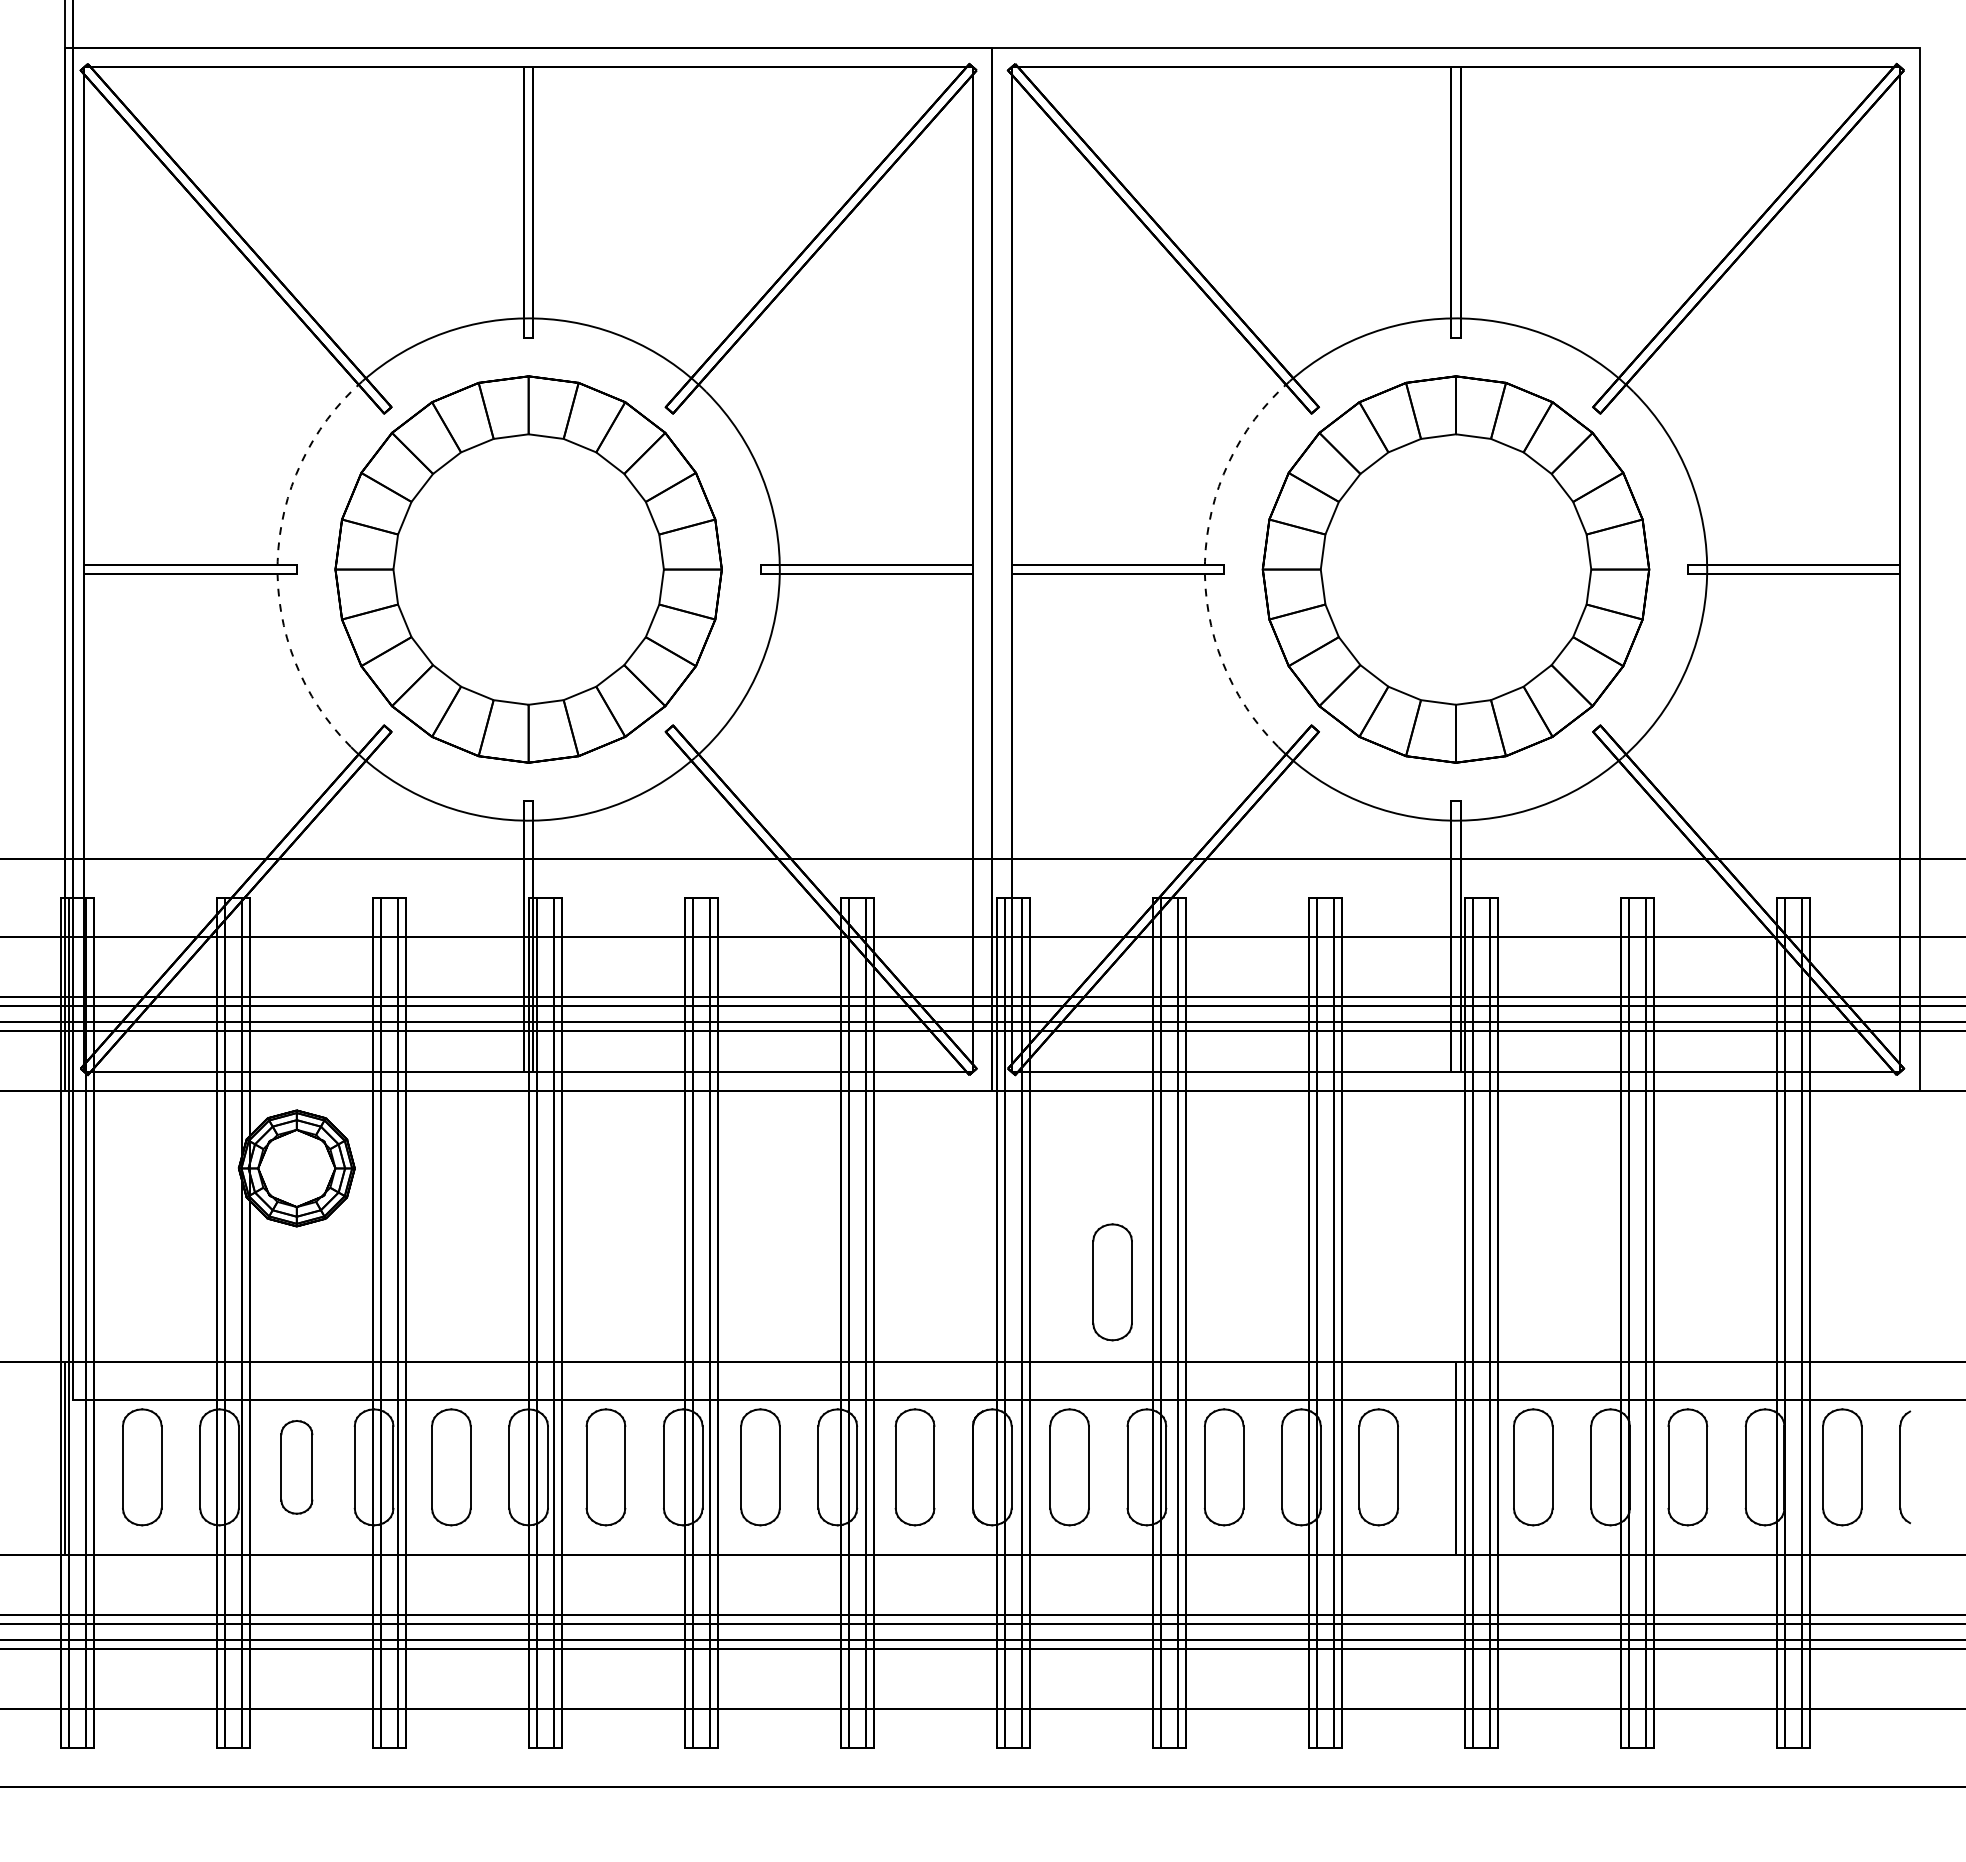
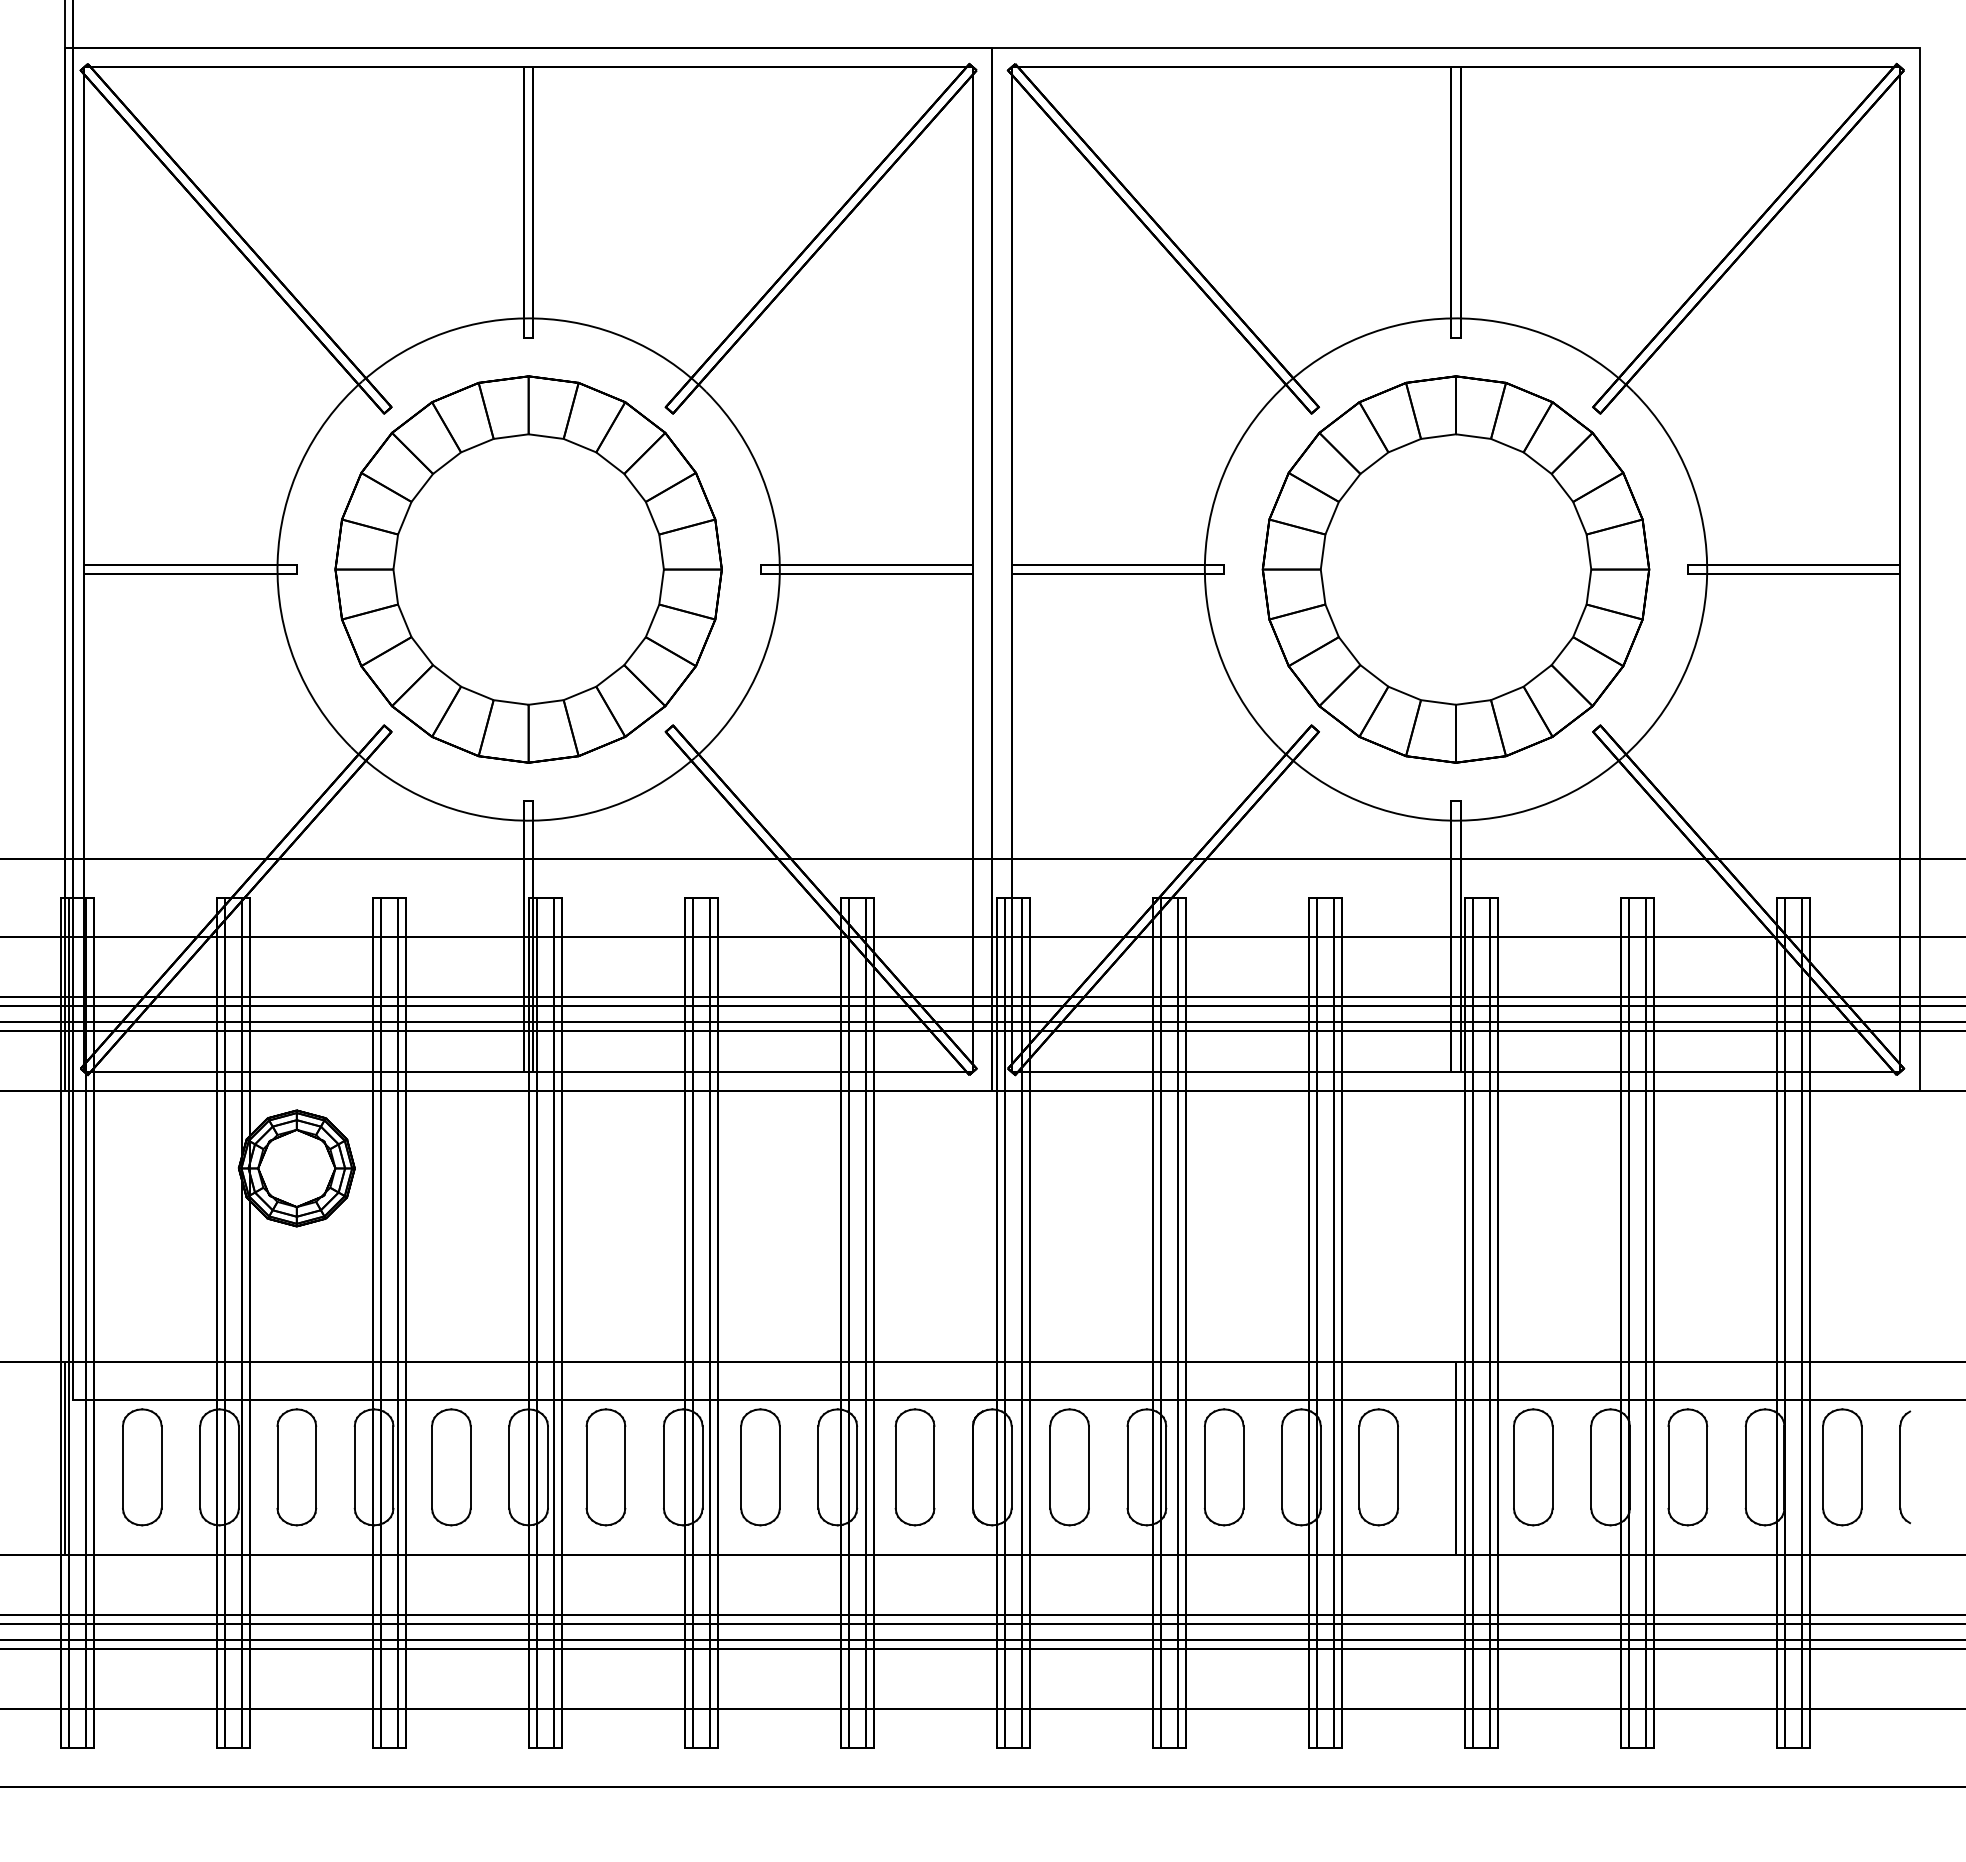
arc at (277, 561): dashed -> solid
arc at (1204, 561): dashed -> solid
part at (1112, 1282): present -> none
part at (296, 1467) size: 34x95 px -> 42x119 px
